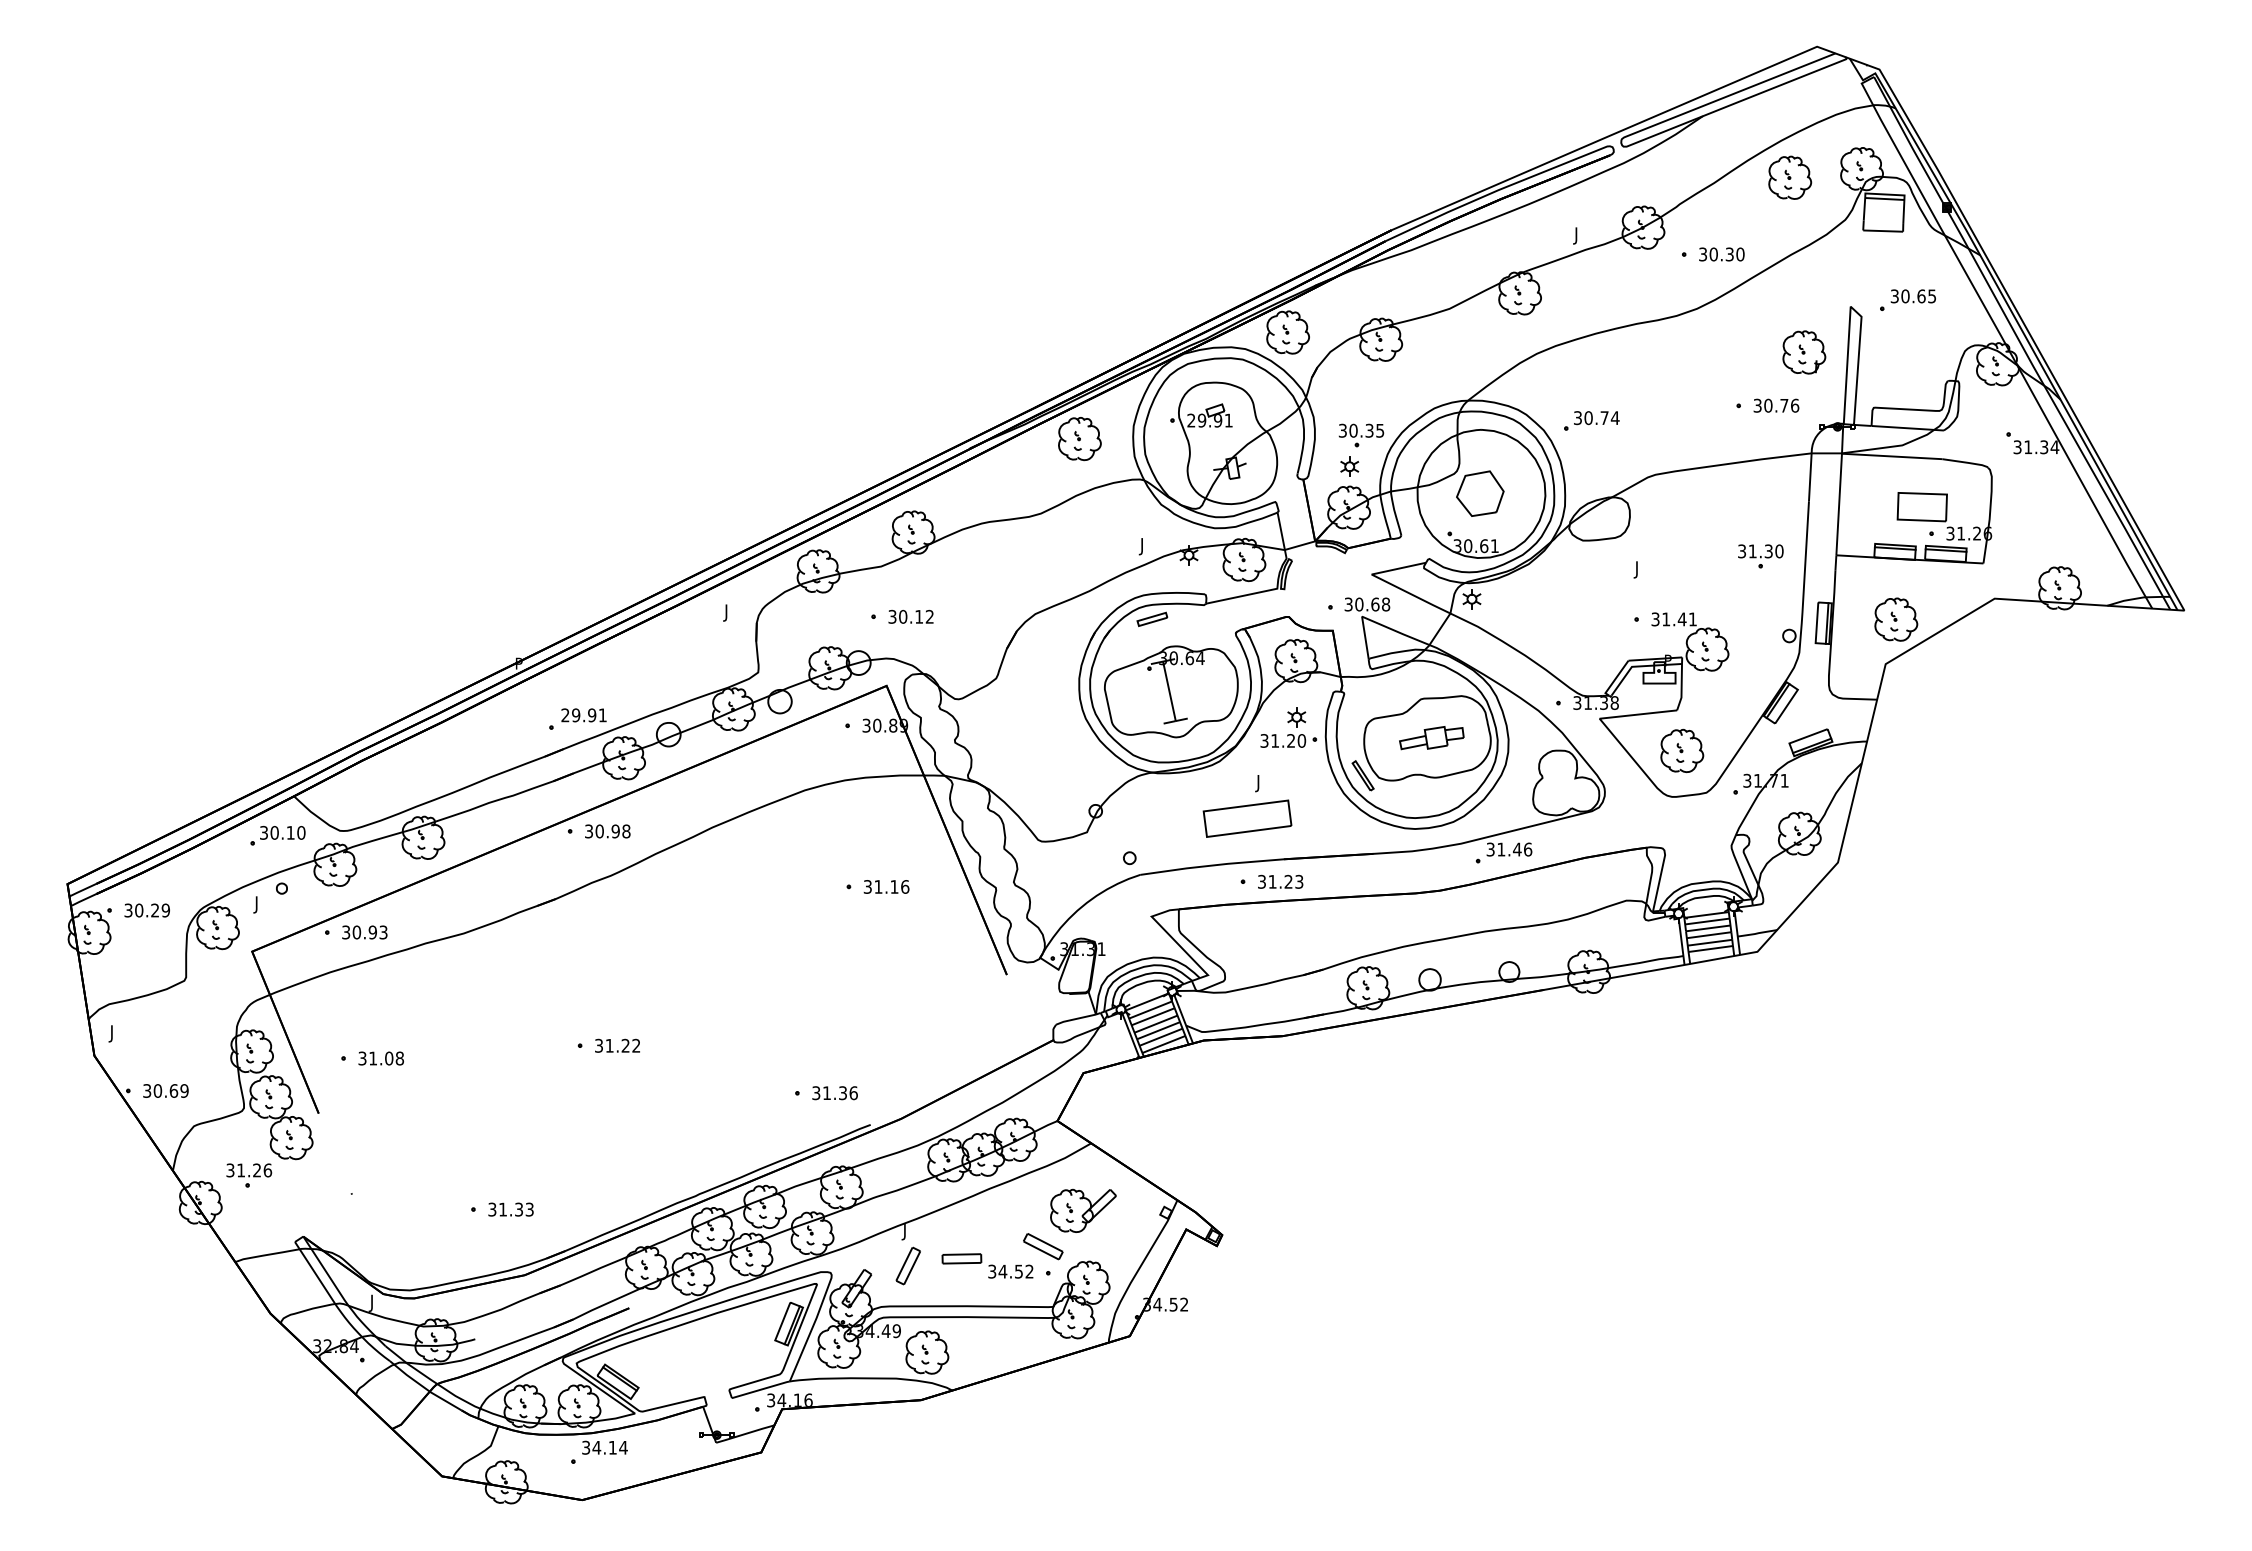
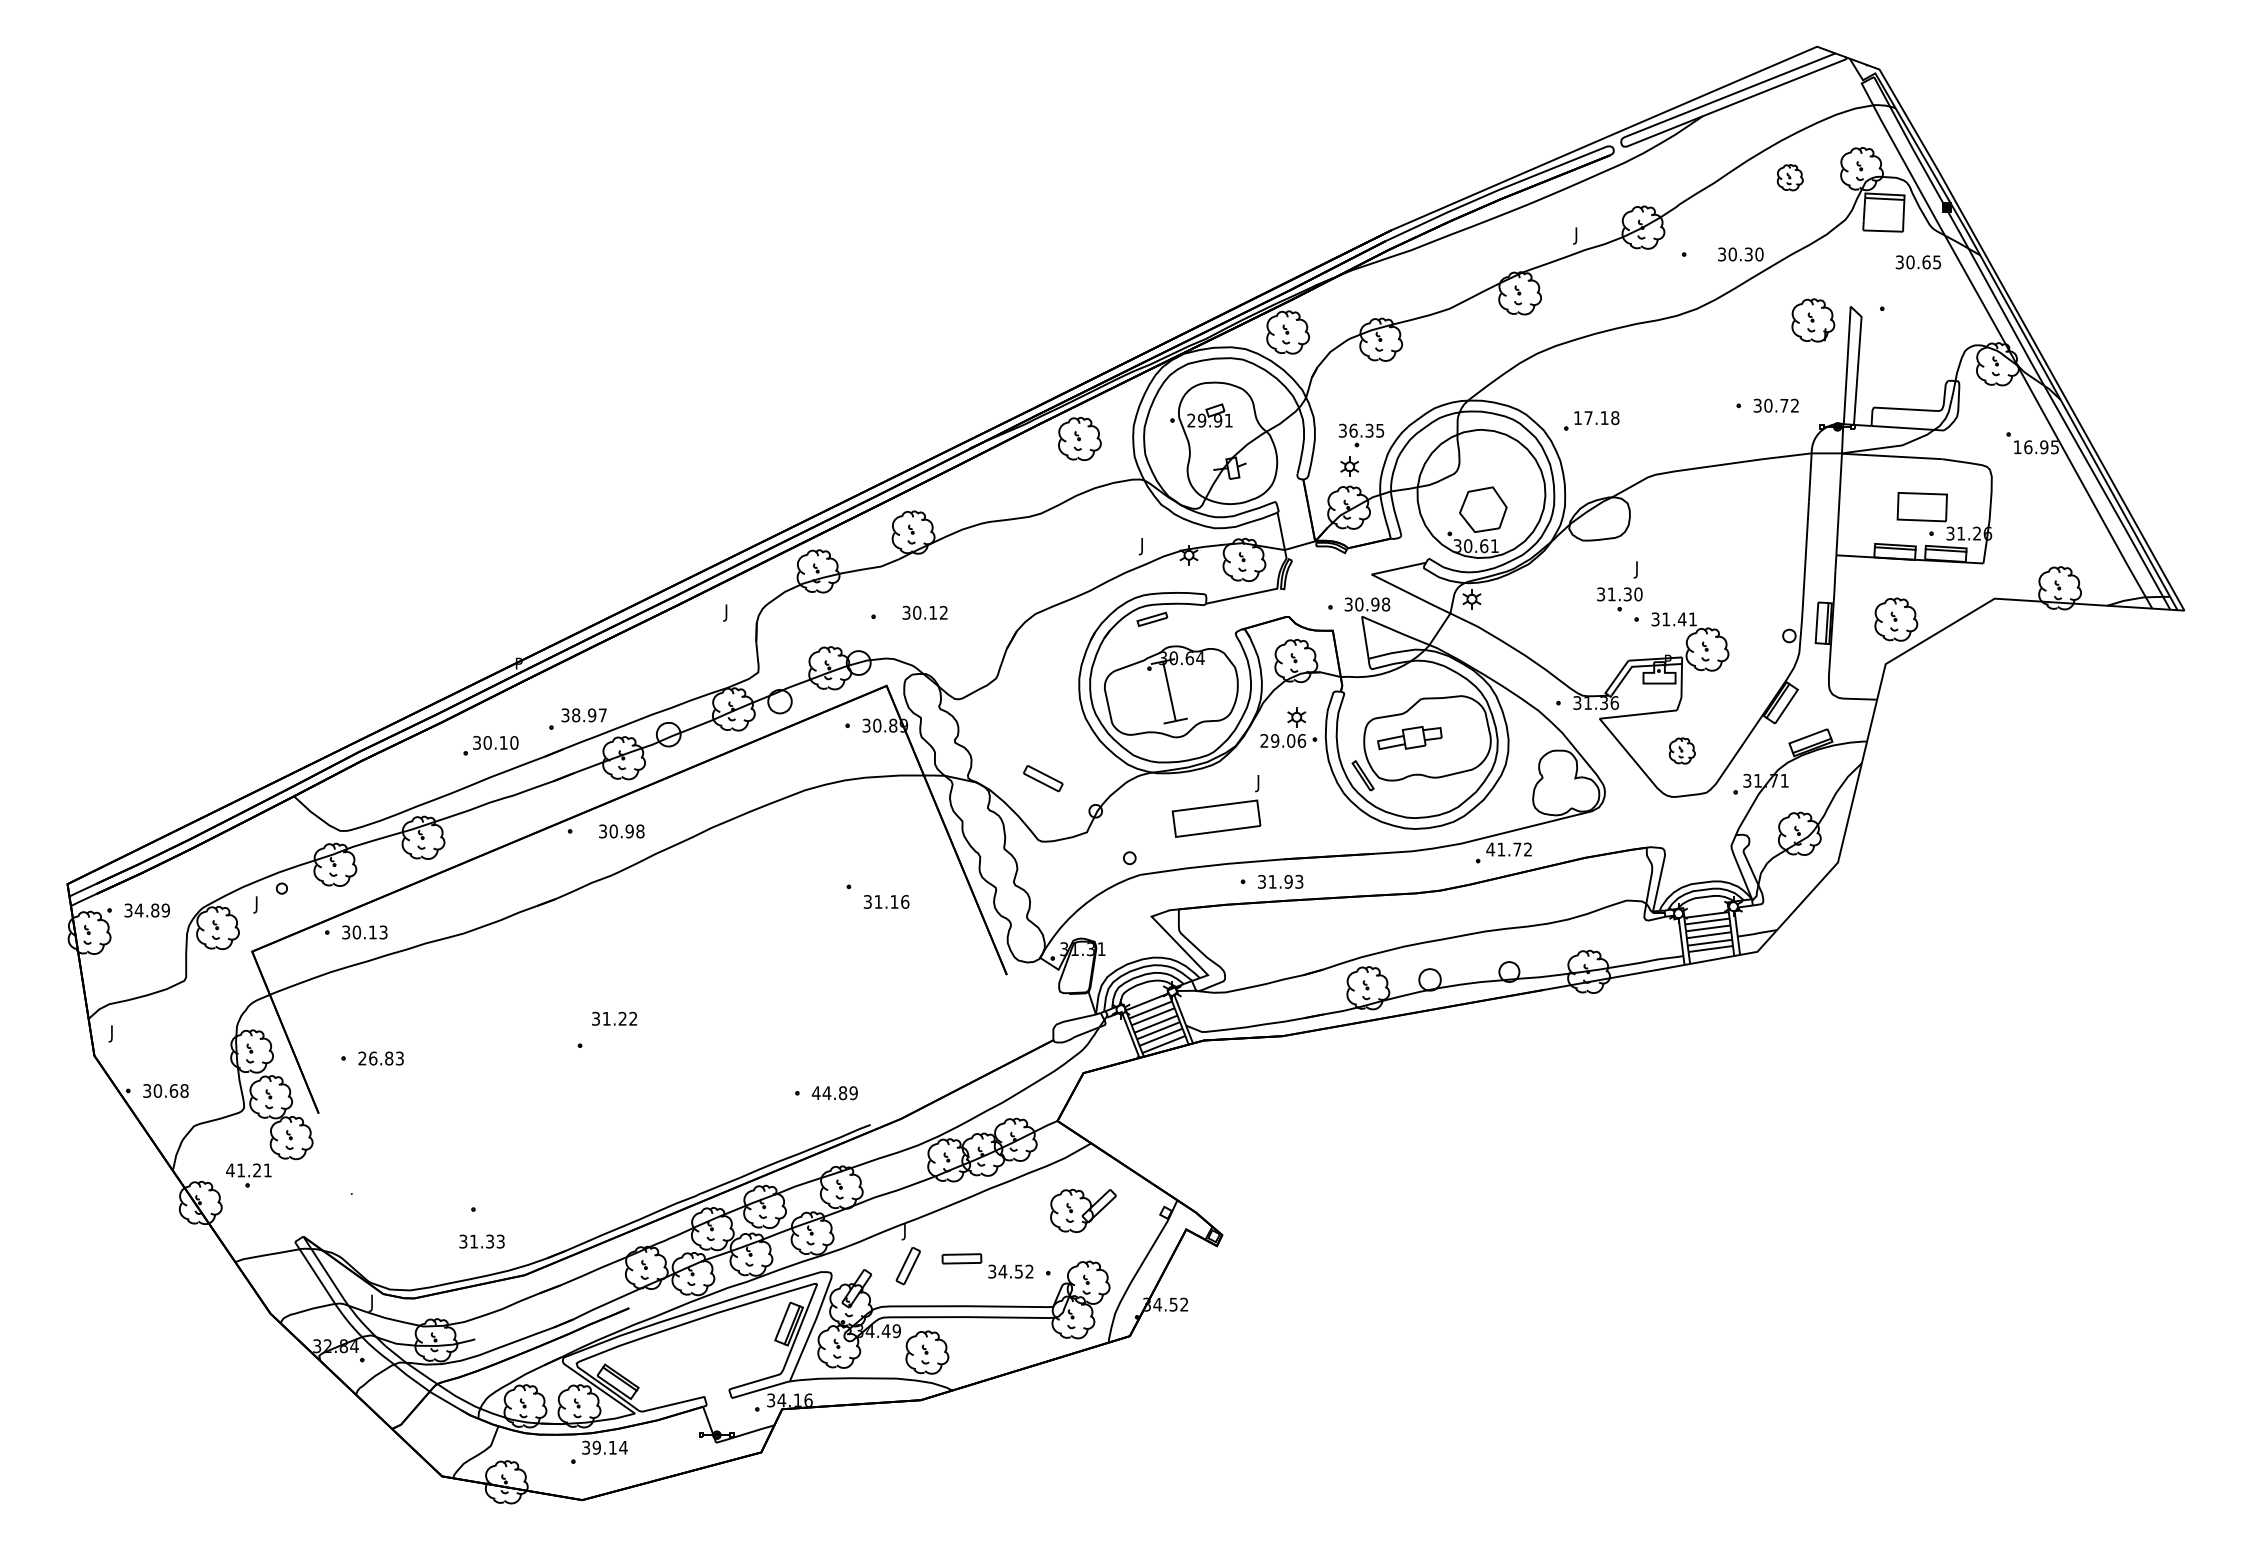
part at (1790, 177) size: 45x45 px -> 28x28 px
text at (1721, 254) position: (1721, 254) -> (1740, 254)
text at (1912, 296) position: (1912, 296) -> (1917, 262)
part at (1804, 352) position: (1804, 352) -> (1813, 320)
text at (1795, 405): 30.76 -> 30.72
text at (1596, 418): 30.74 -> 17.18
text at (1353, 430): 30.35 -> 36.35
text at (2036, 447): 31.34 -> 16.95
part at (1480, 493) position: (1480, 493) -> (1483, 509)
part at (1760, 556) position: (1760, 556) -> (1619, 599)
text at (1375, 604): 30.68 -> 30.98
text at (910, 616) position: (910, 616) -> (924, 612)
text at (1614, 702): 31.38 -> 31.36
text at (583, 715): 29.91 -> 38.97
part at (1431, 738) position: (1431, 738) -> (1409, 738)
text at (1283, 740): 31.20 -> 29.06
part at (1682, 750) size: 45x46 px -> 28x28 px
part at (1247, 818) position: (1247, 818) -> (1216, 818)
text at (607, 831) position: (607, 831) -> (621, 831)
part at (277, 835) position: (277, 835) -> (490, 745)
text at (1509, 849): 31.46 -> 41.72
text at (1288, 881): 31.23 -> 31.93
text at (886, 886) position: (886, 886) -> (886, 901)
text at (146, 910): 30.29 -> 34.89
text at (372, 932): 30.93 -> 30.13
text at (617, 1045) position: (617, 1045) -> (614, 1018)
text at (381, 1058): 31.08 -> 26.83
text at (184, 1090): 30.69 -> 30.68
text at (834, 1093): 31.36 -> 44.89
text at (249, 1170): 31.26 -> 41.21
text at (510, 1209) position: (510, 1209) -> (481, 1241)
part at (1043, 1246) position: (1043, 1246) -> (1043, 778)
text at (596, 1447): 34.14 -> 39.14
